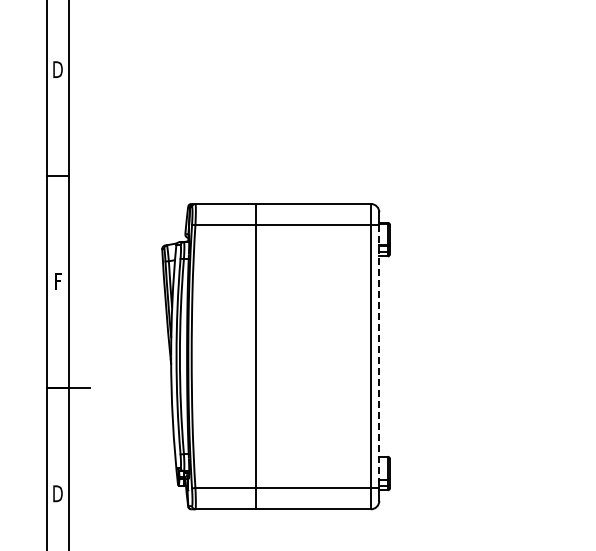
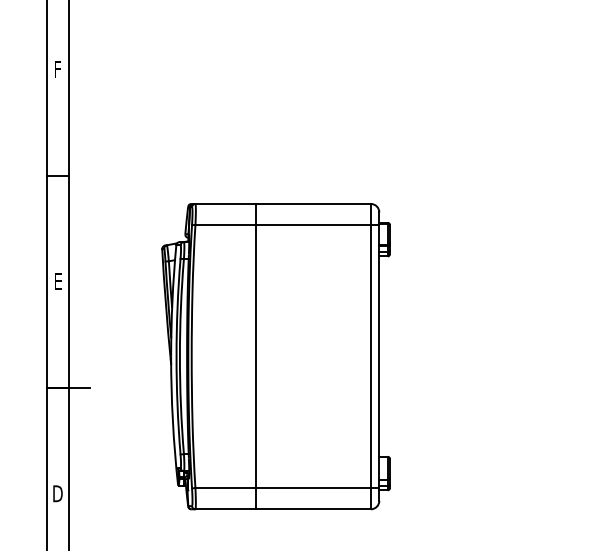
text at (57, 69): D -> F
text at (58, 282): F -> E
line at (379, 357): dashed -> solid
